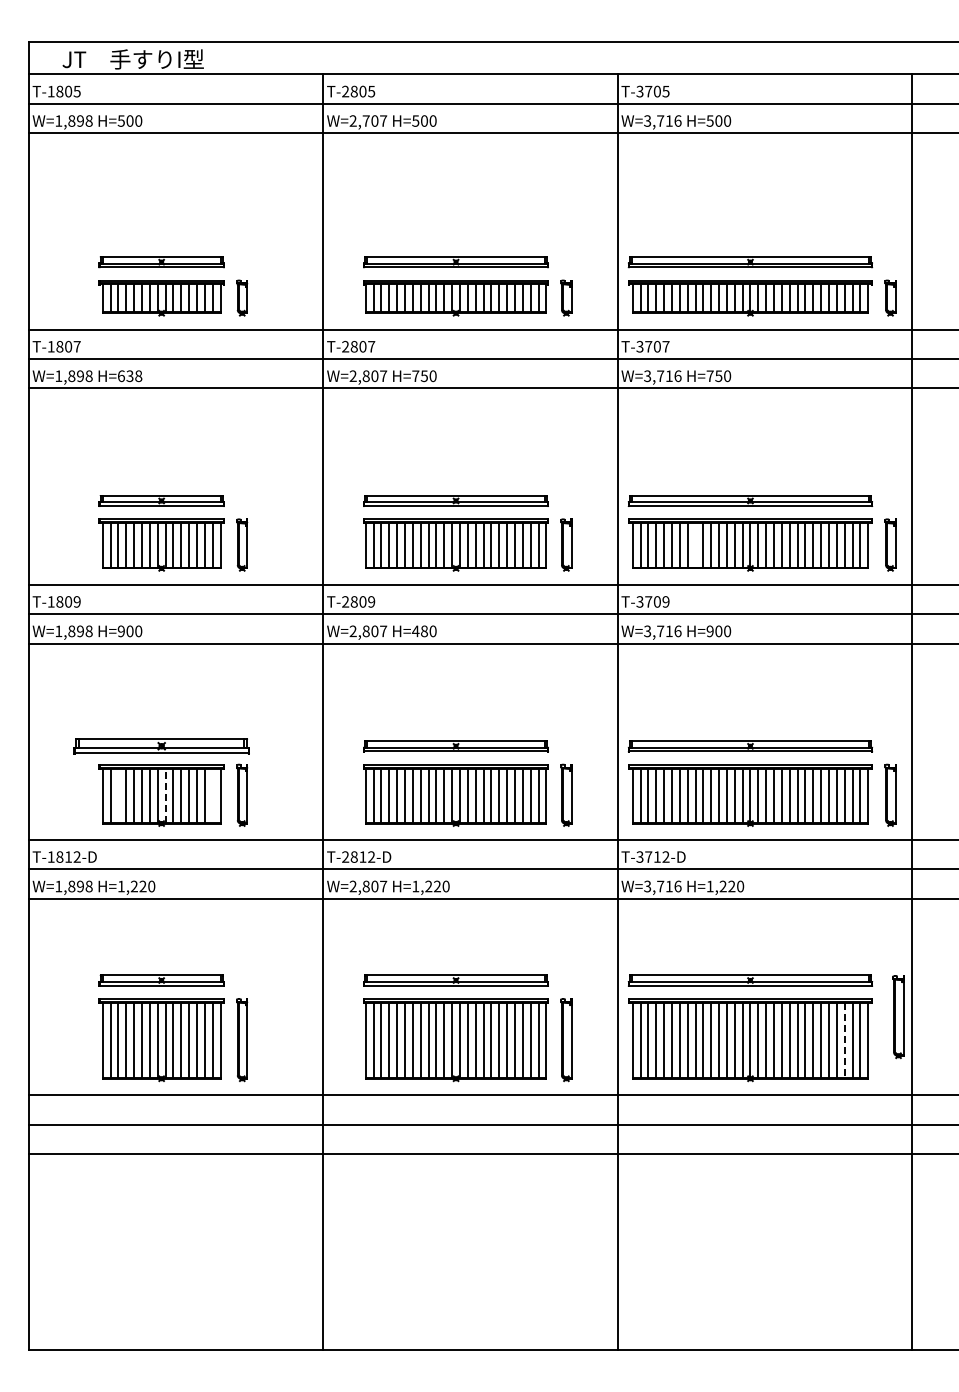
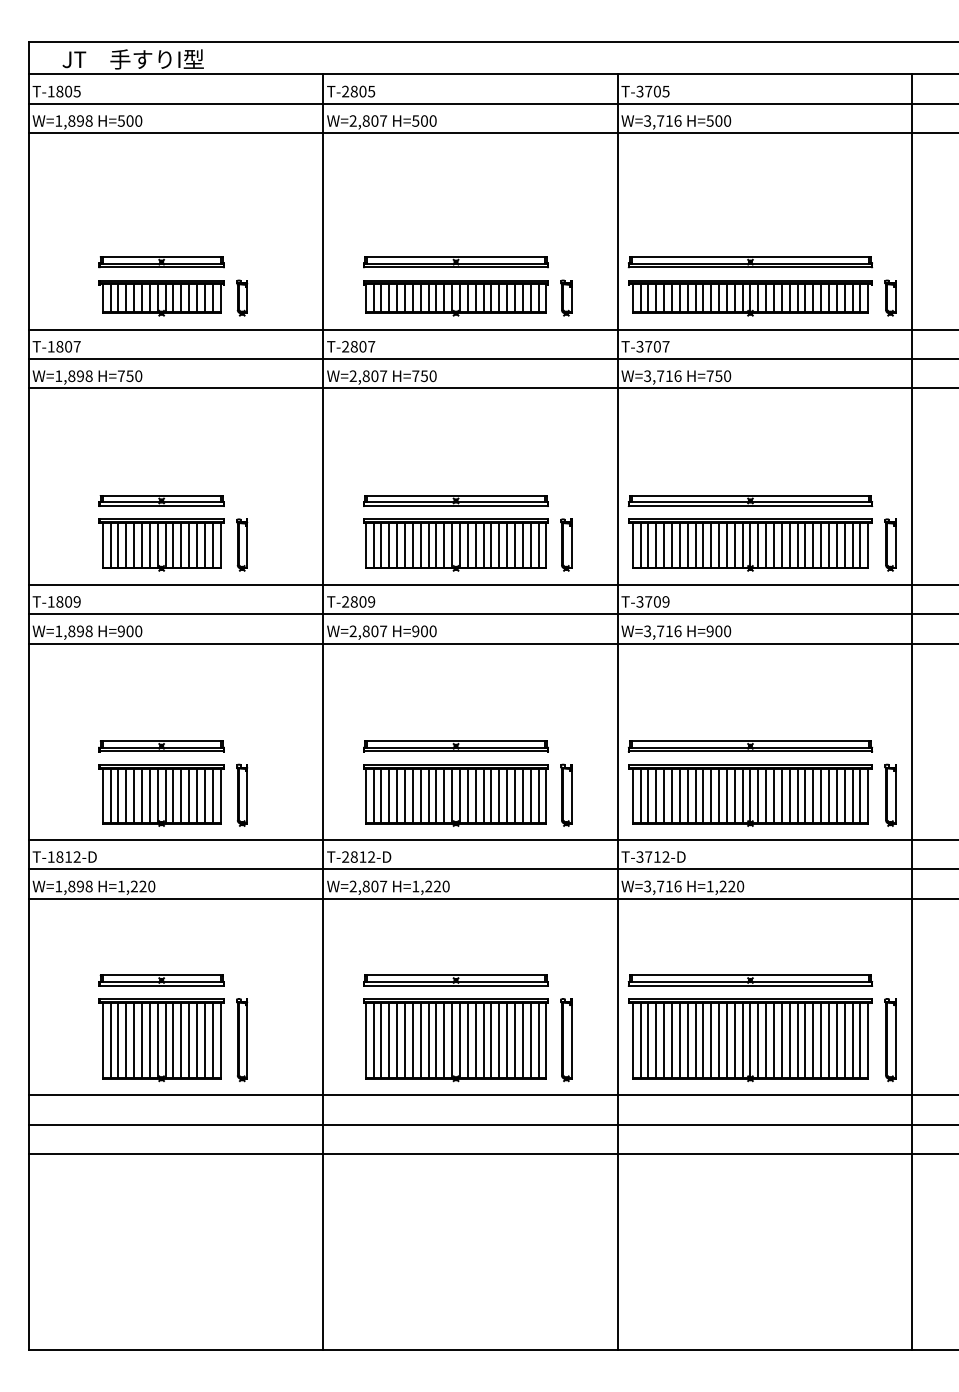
text at (365, 120): W=2,707 -> W=2,807
text at (130, 376): H=638 -> H=750
line at (695, 545): none -> present
text at (419, 631): H=480 -> H=900
part at (161, 746) size: 177x17 px -> 127x13 px
line at (118, 795): none -> present
line at (165, 795): dashed -> solid
line at (212, 795): none -> present
part at (898, 1017) position: (898, 1017) -> (890, 1040)
line at (844, 1040): dashed -> solid
